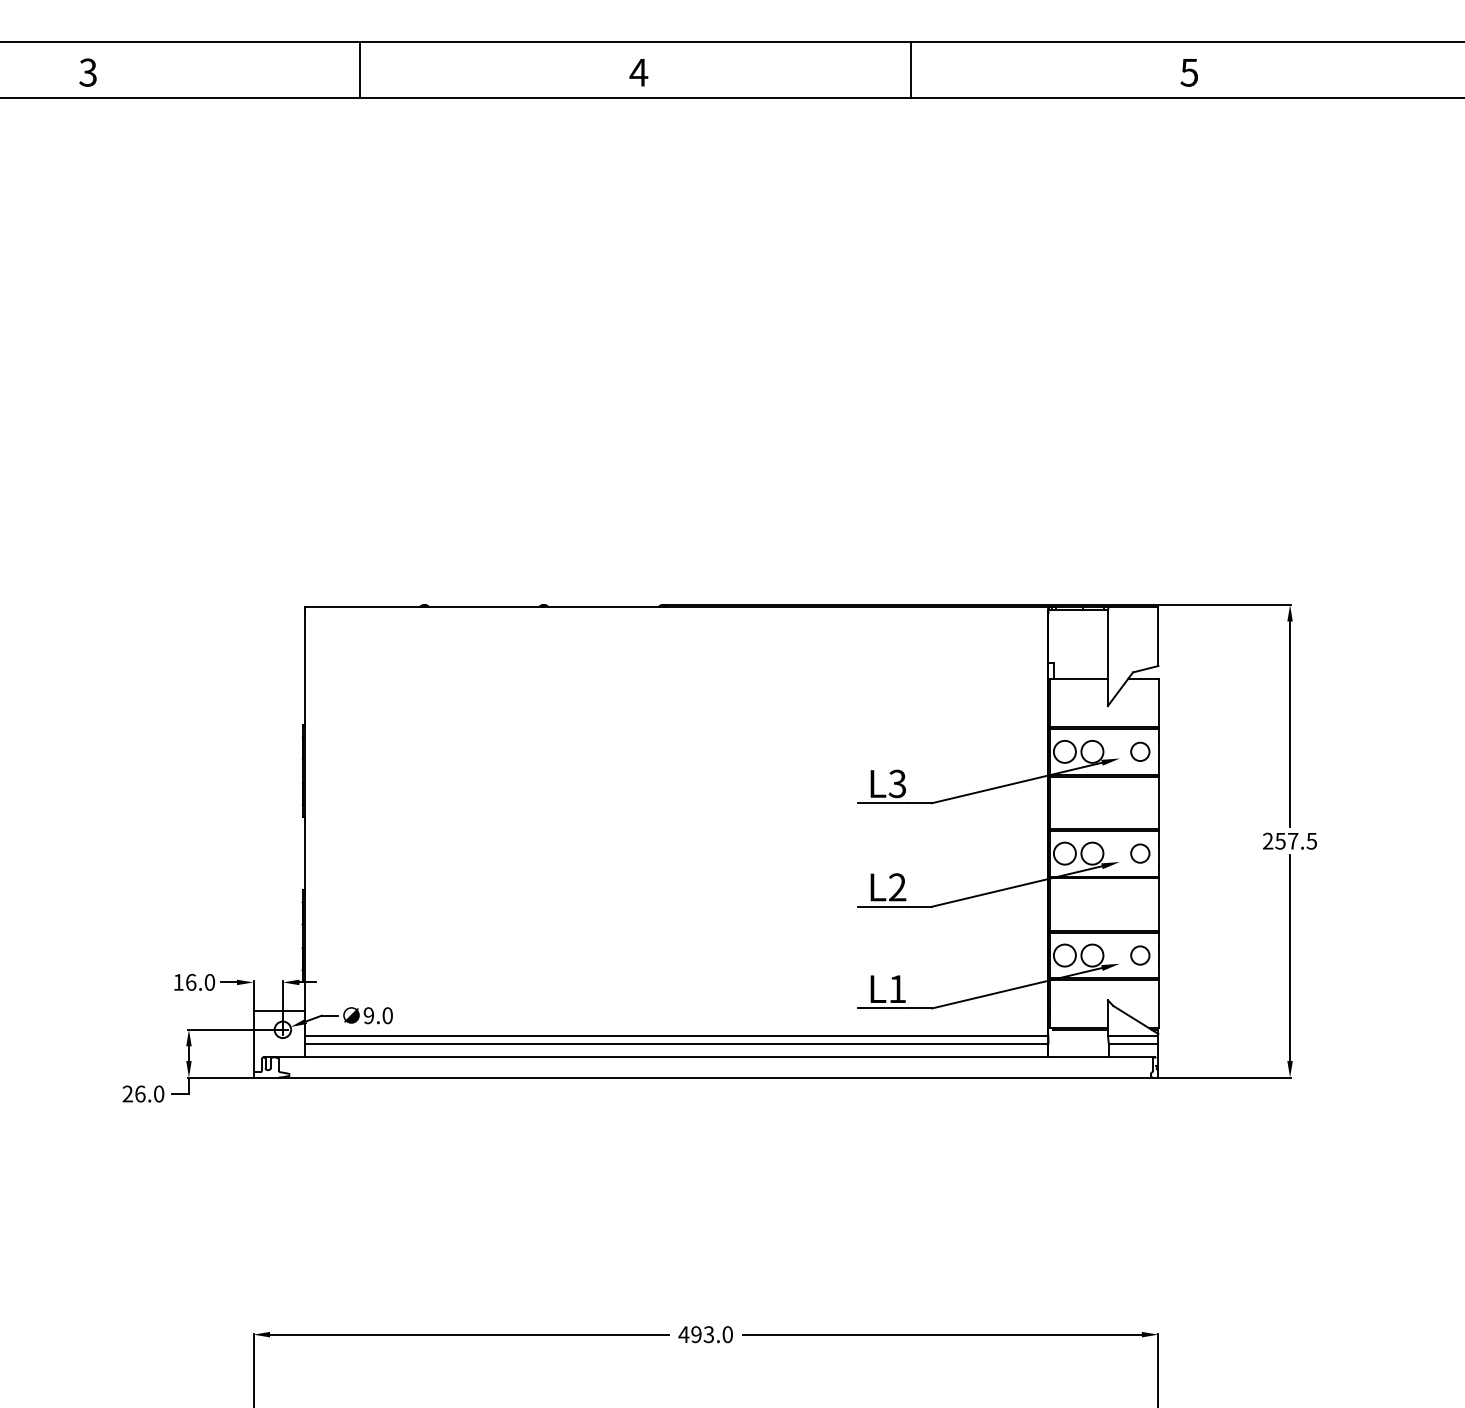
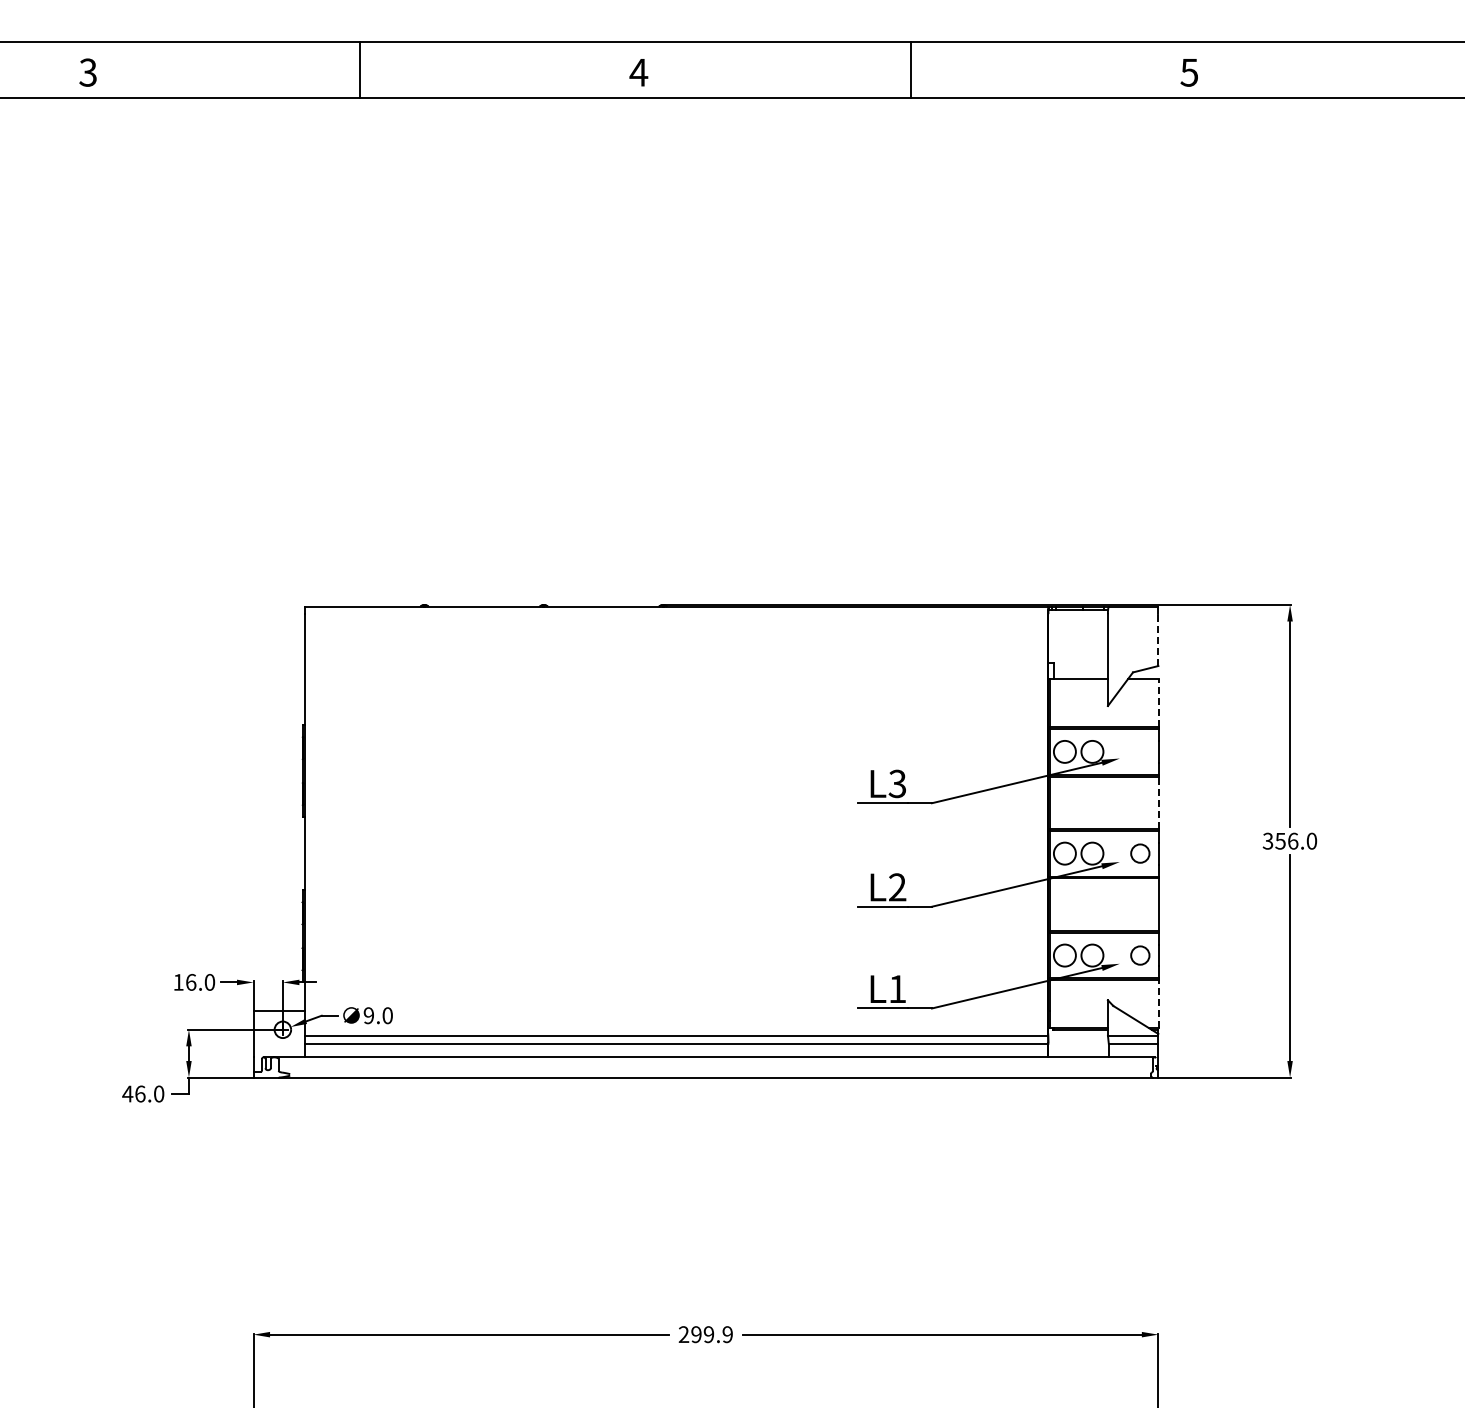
line at (1158, 640): solid -> dashed
line at (1158, 703): solid -> dashed
circle at (1140, 751): present -> none
line at (1158, 802): solid -> dashed
text at (1289, 840): 257.5 -> 356.0
line at (1158, 1004): solid -> dashed
text at (127, 1093): 26.0 -> 46.0
text at (705, 1334): 493.0 -> 299.9
